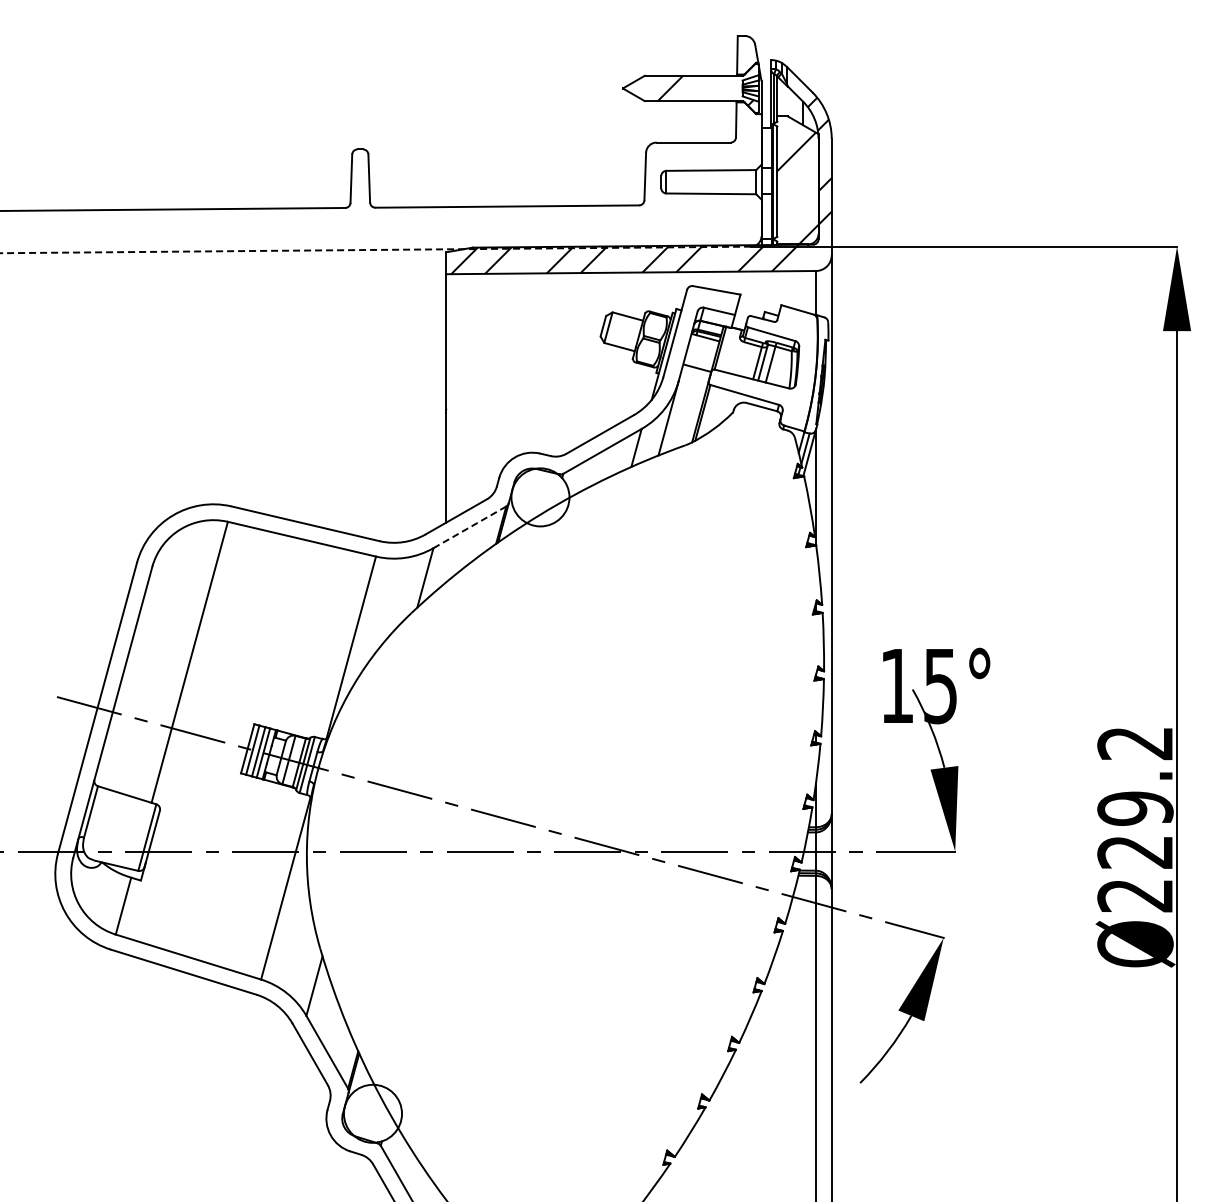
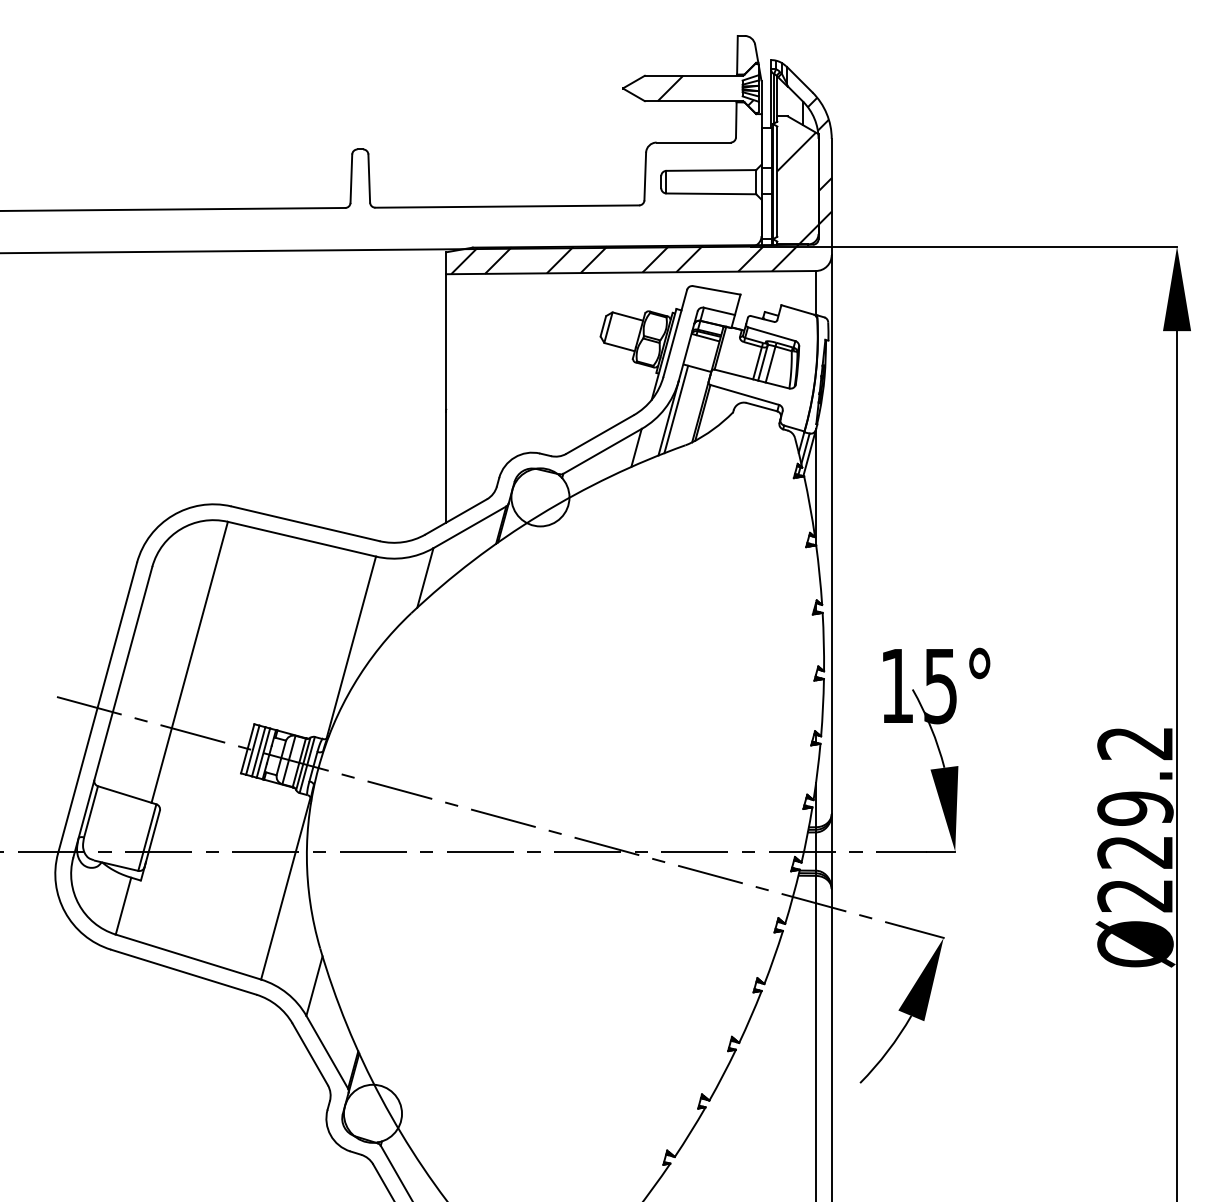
line at (375, 249): dashed -> solid
line at (676, 409): none -> present
line at (469, 527): dashed -> solid
